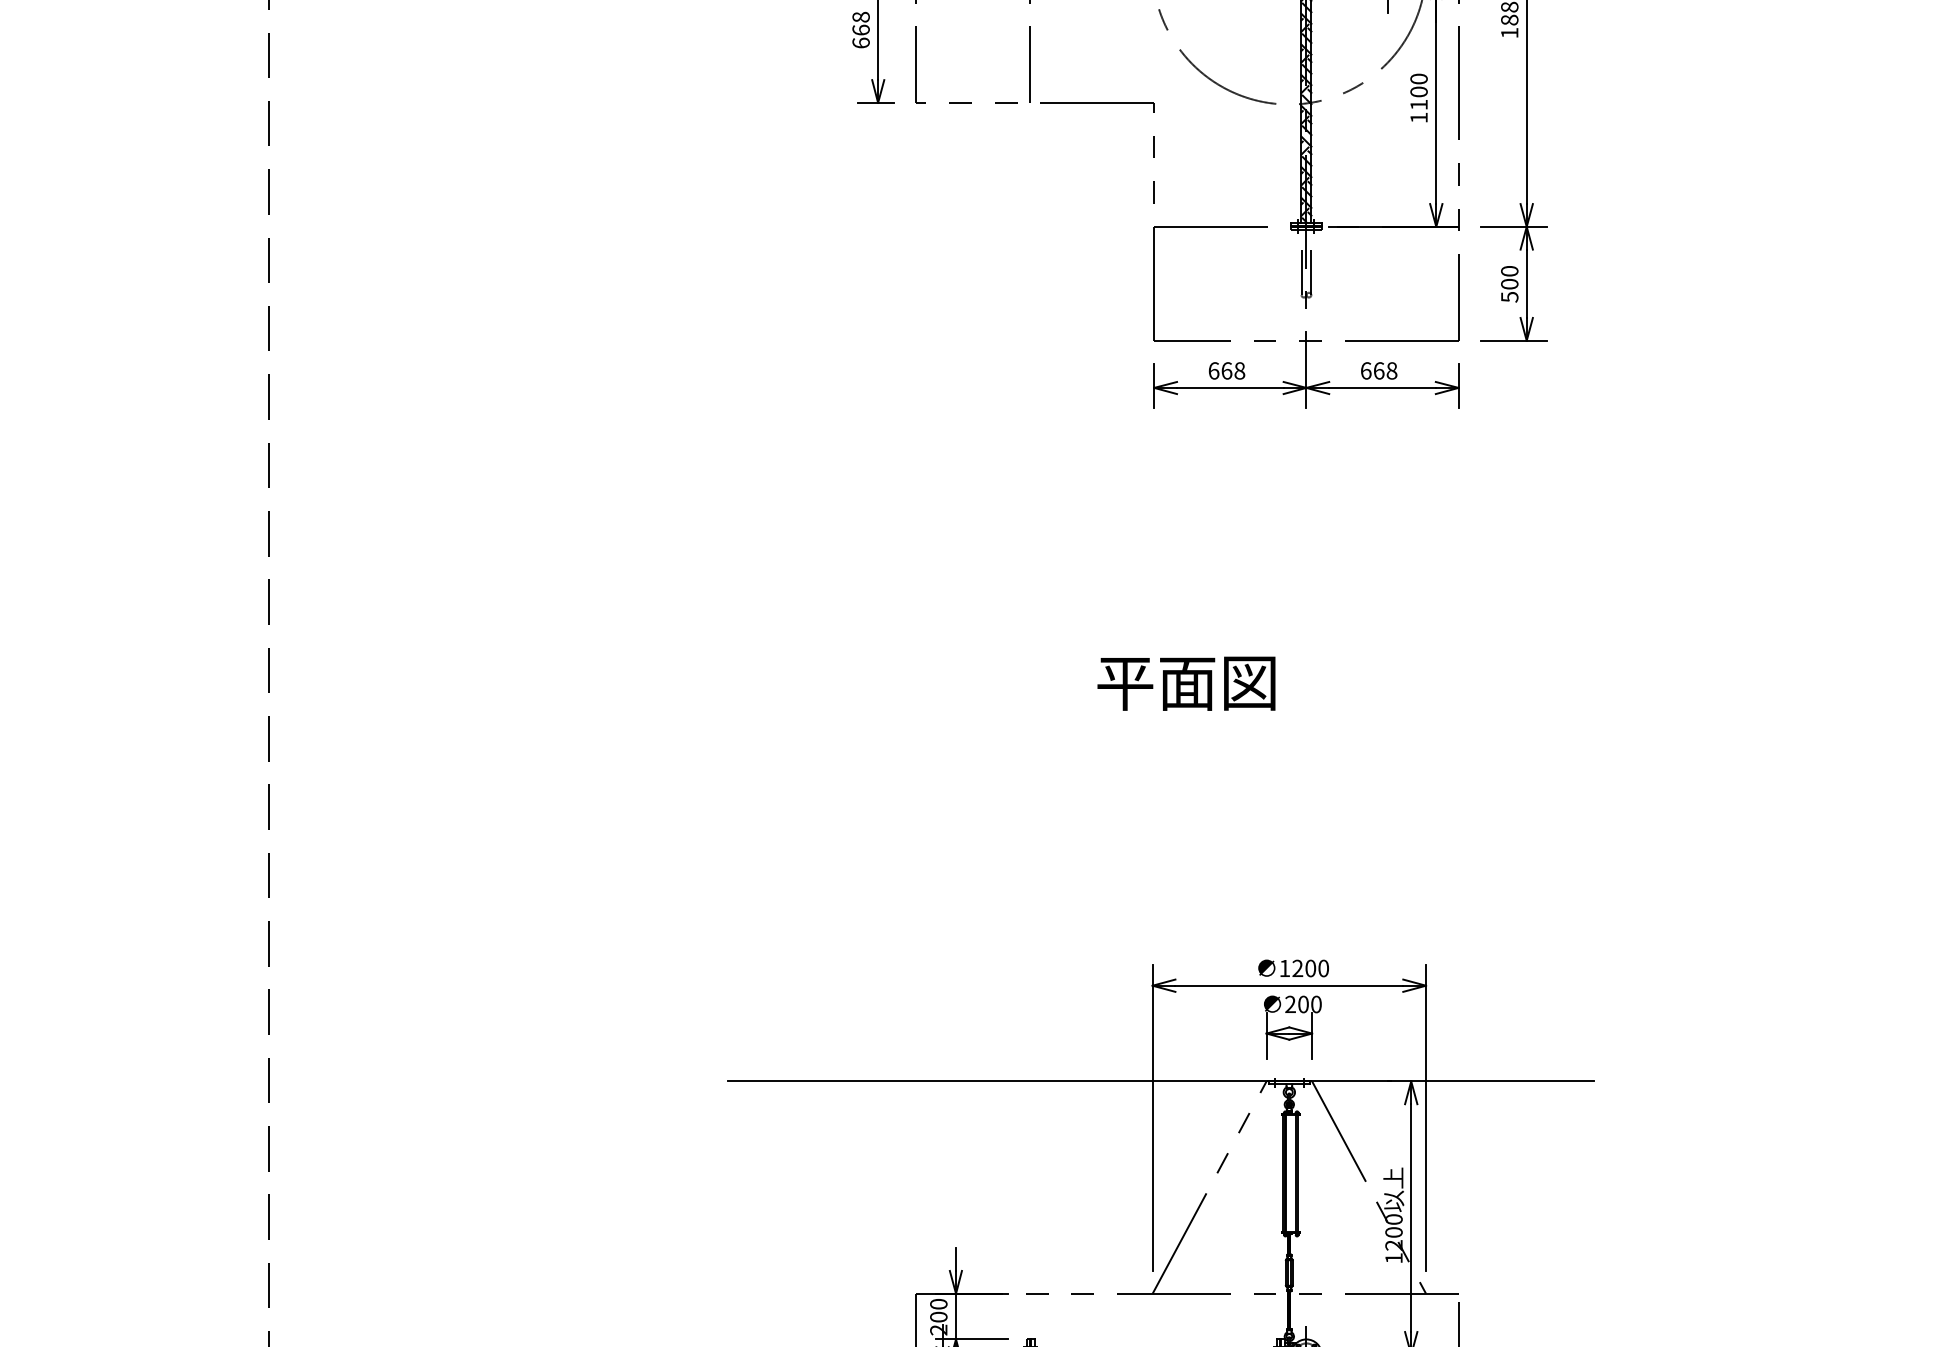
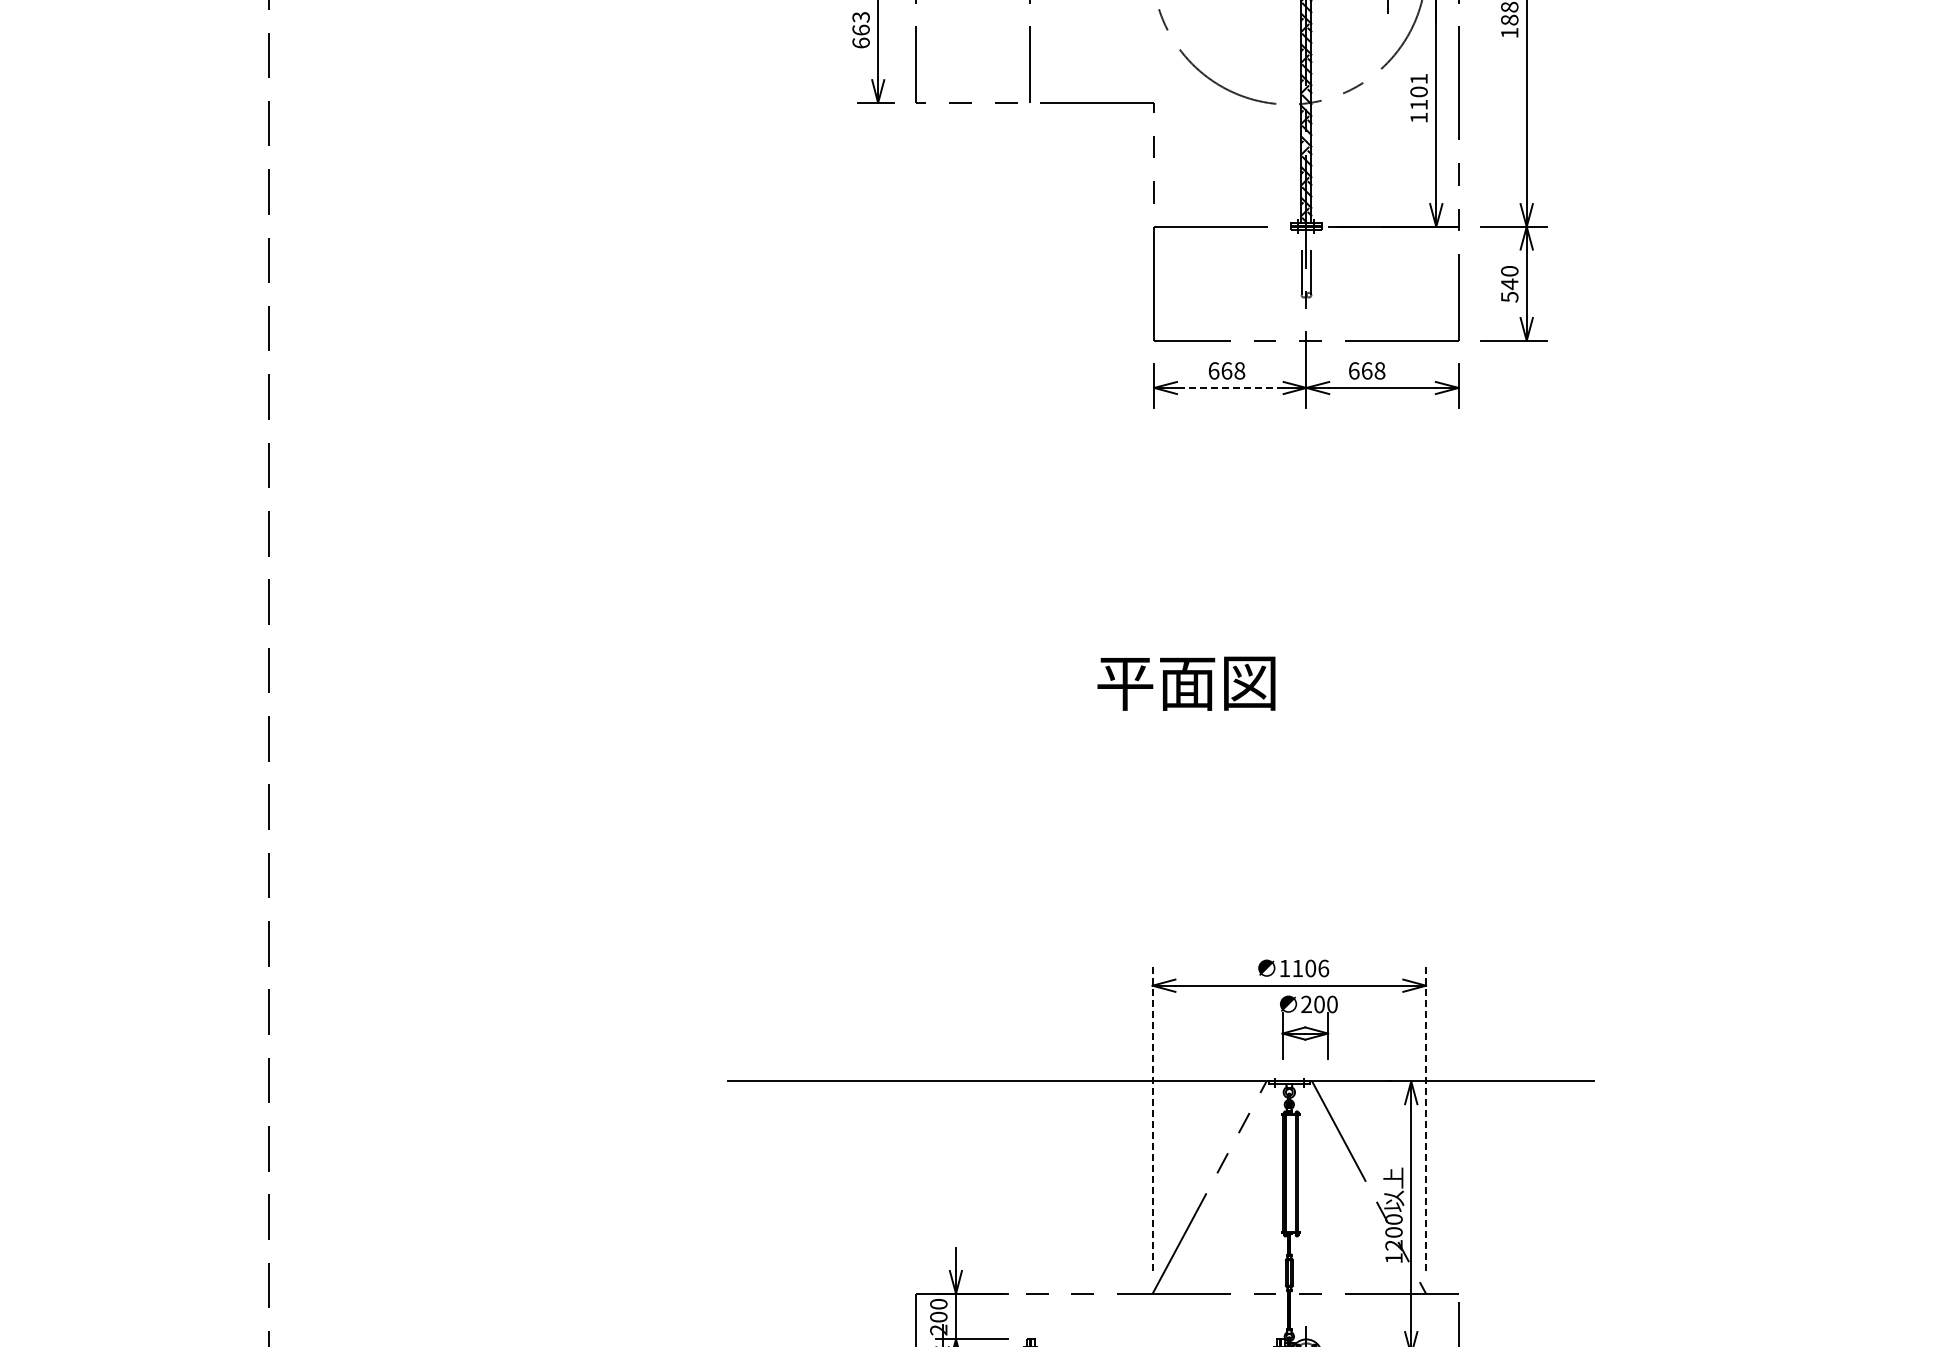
text at (860, 16): 668 -> 663
text at (1418, 78): 1100 -> 1101
text at (1509, 284): 500 -> 540
text at (1379, 370) position: (1379, 370) -> (1367, 370)
line at (1229, 387): solid -> dashed
text at (1310, 968): 1200 -> 1106
part at (1292, 1027) position: (1292, 1027) -> (1308, 1027)
line at (1152, 1118): solid -> dashed
line at (1426, 1118): solid -> dashed
